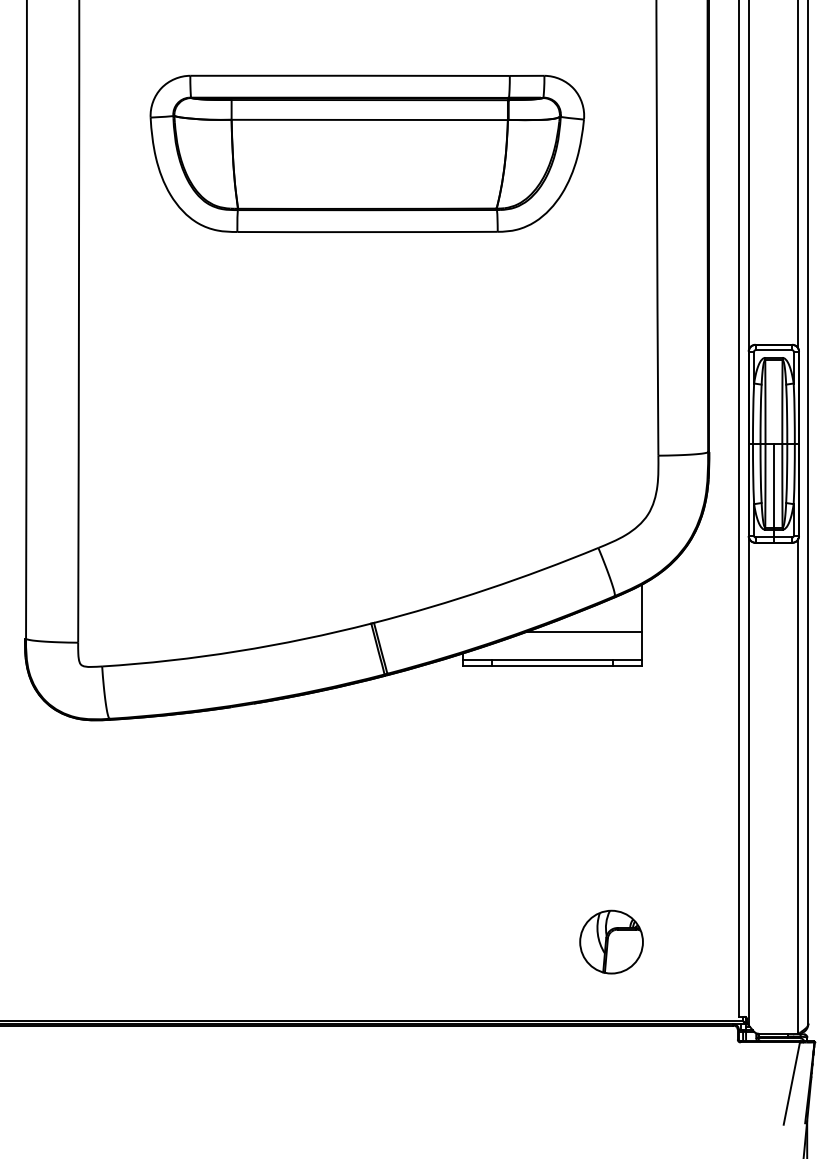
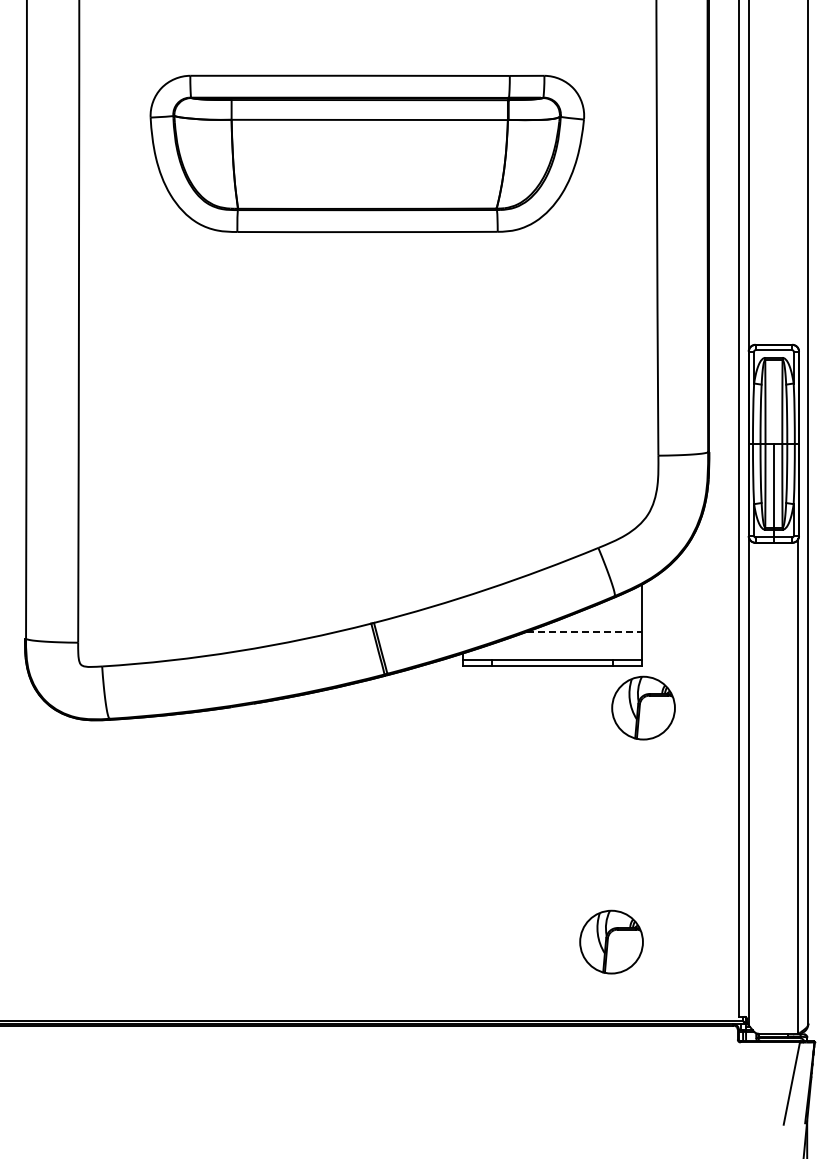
line at (798, 175): present -> none
line at (584, 631): solid -> dashed
part at (643, 707): none -> present
